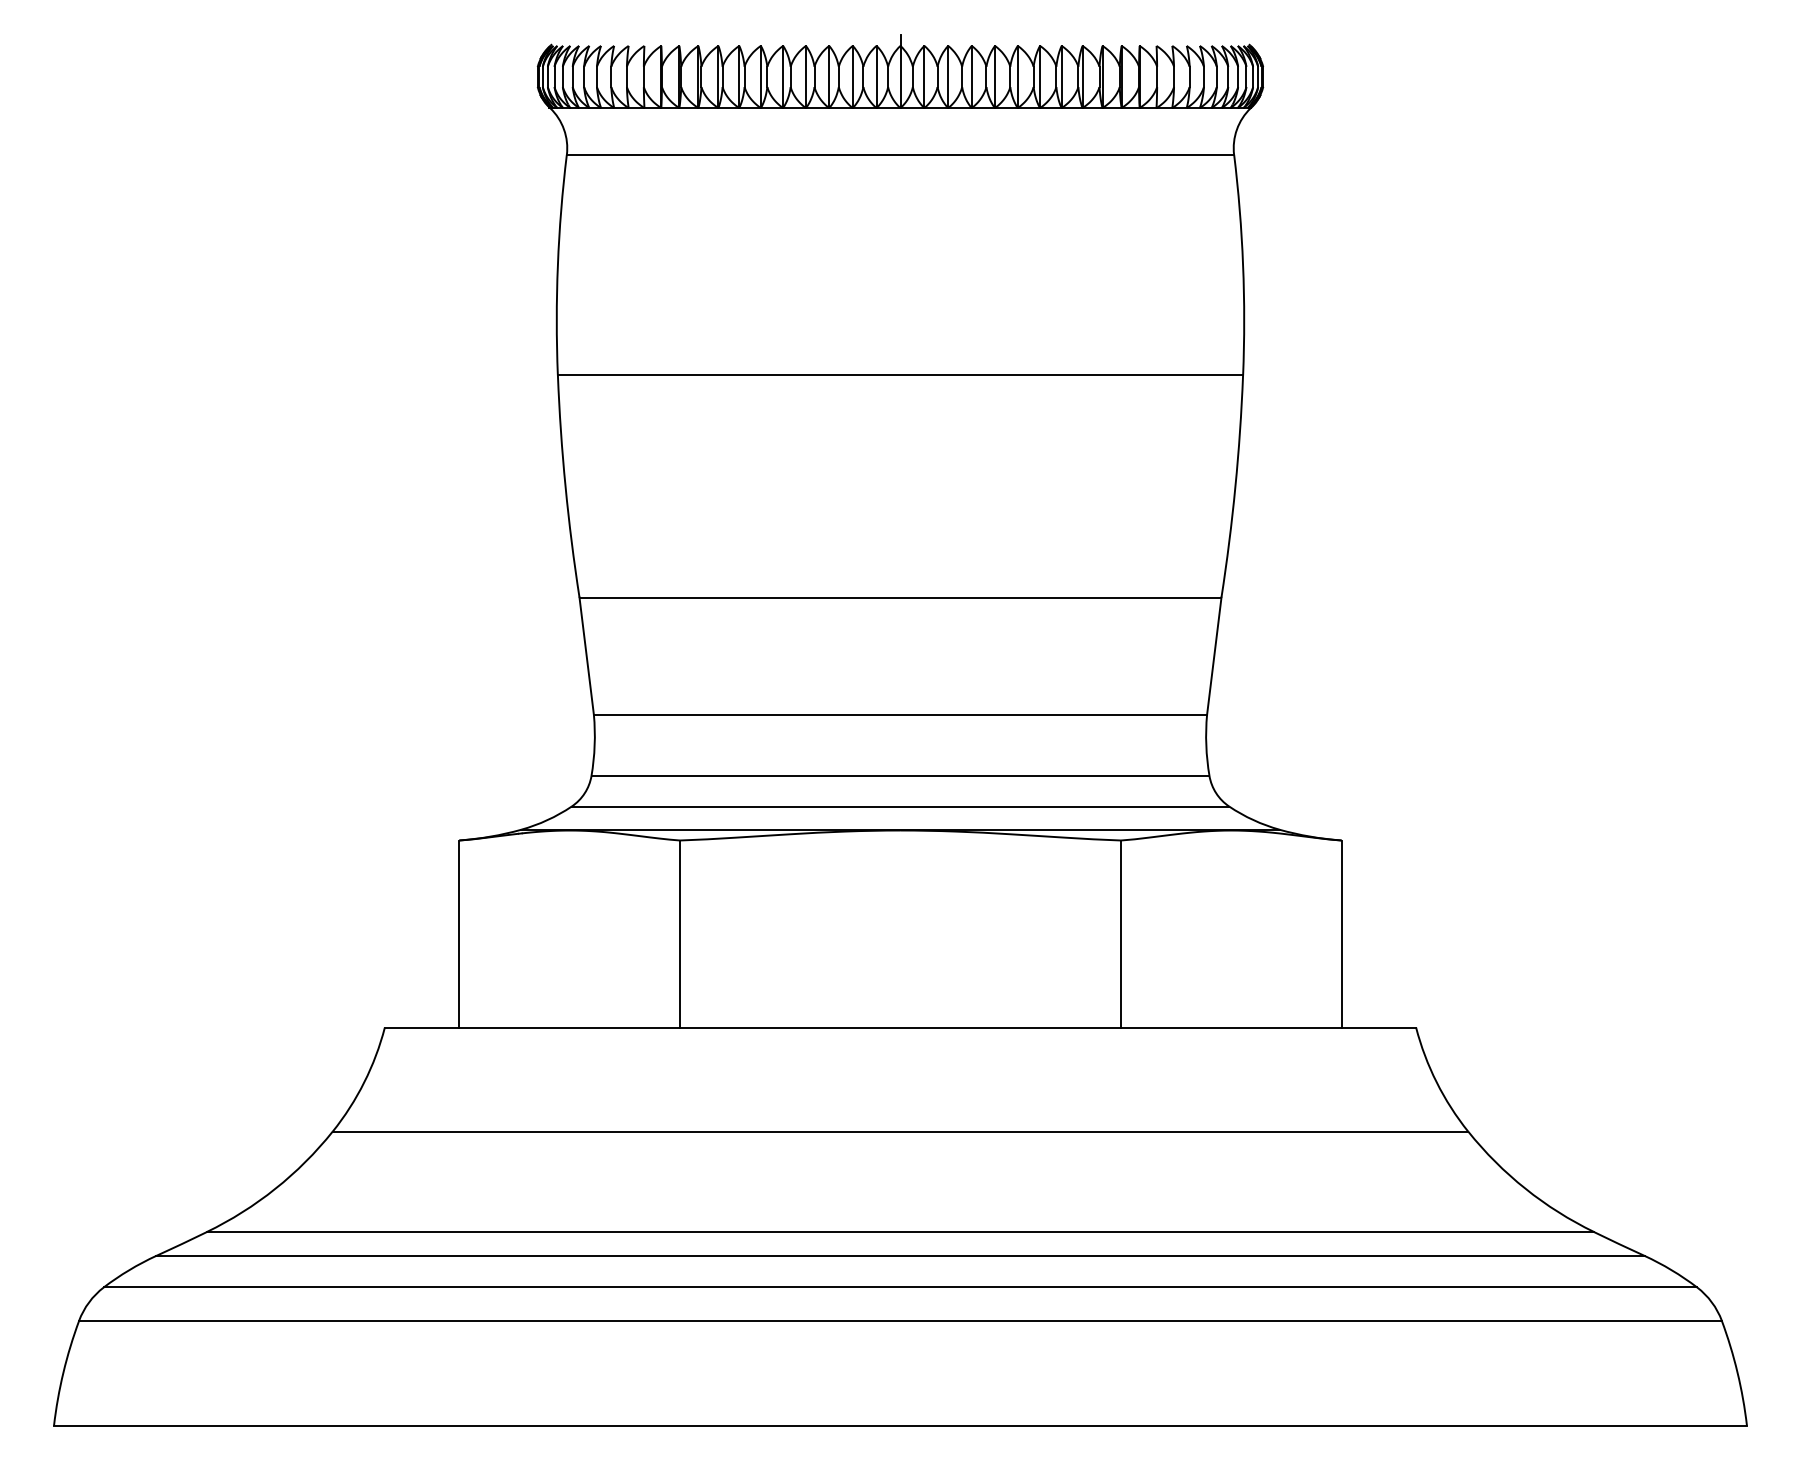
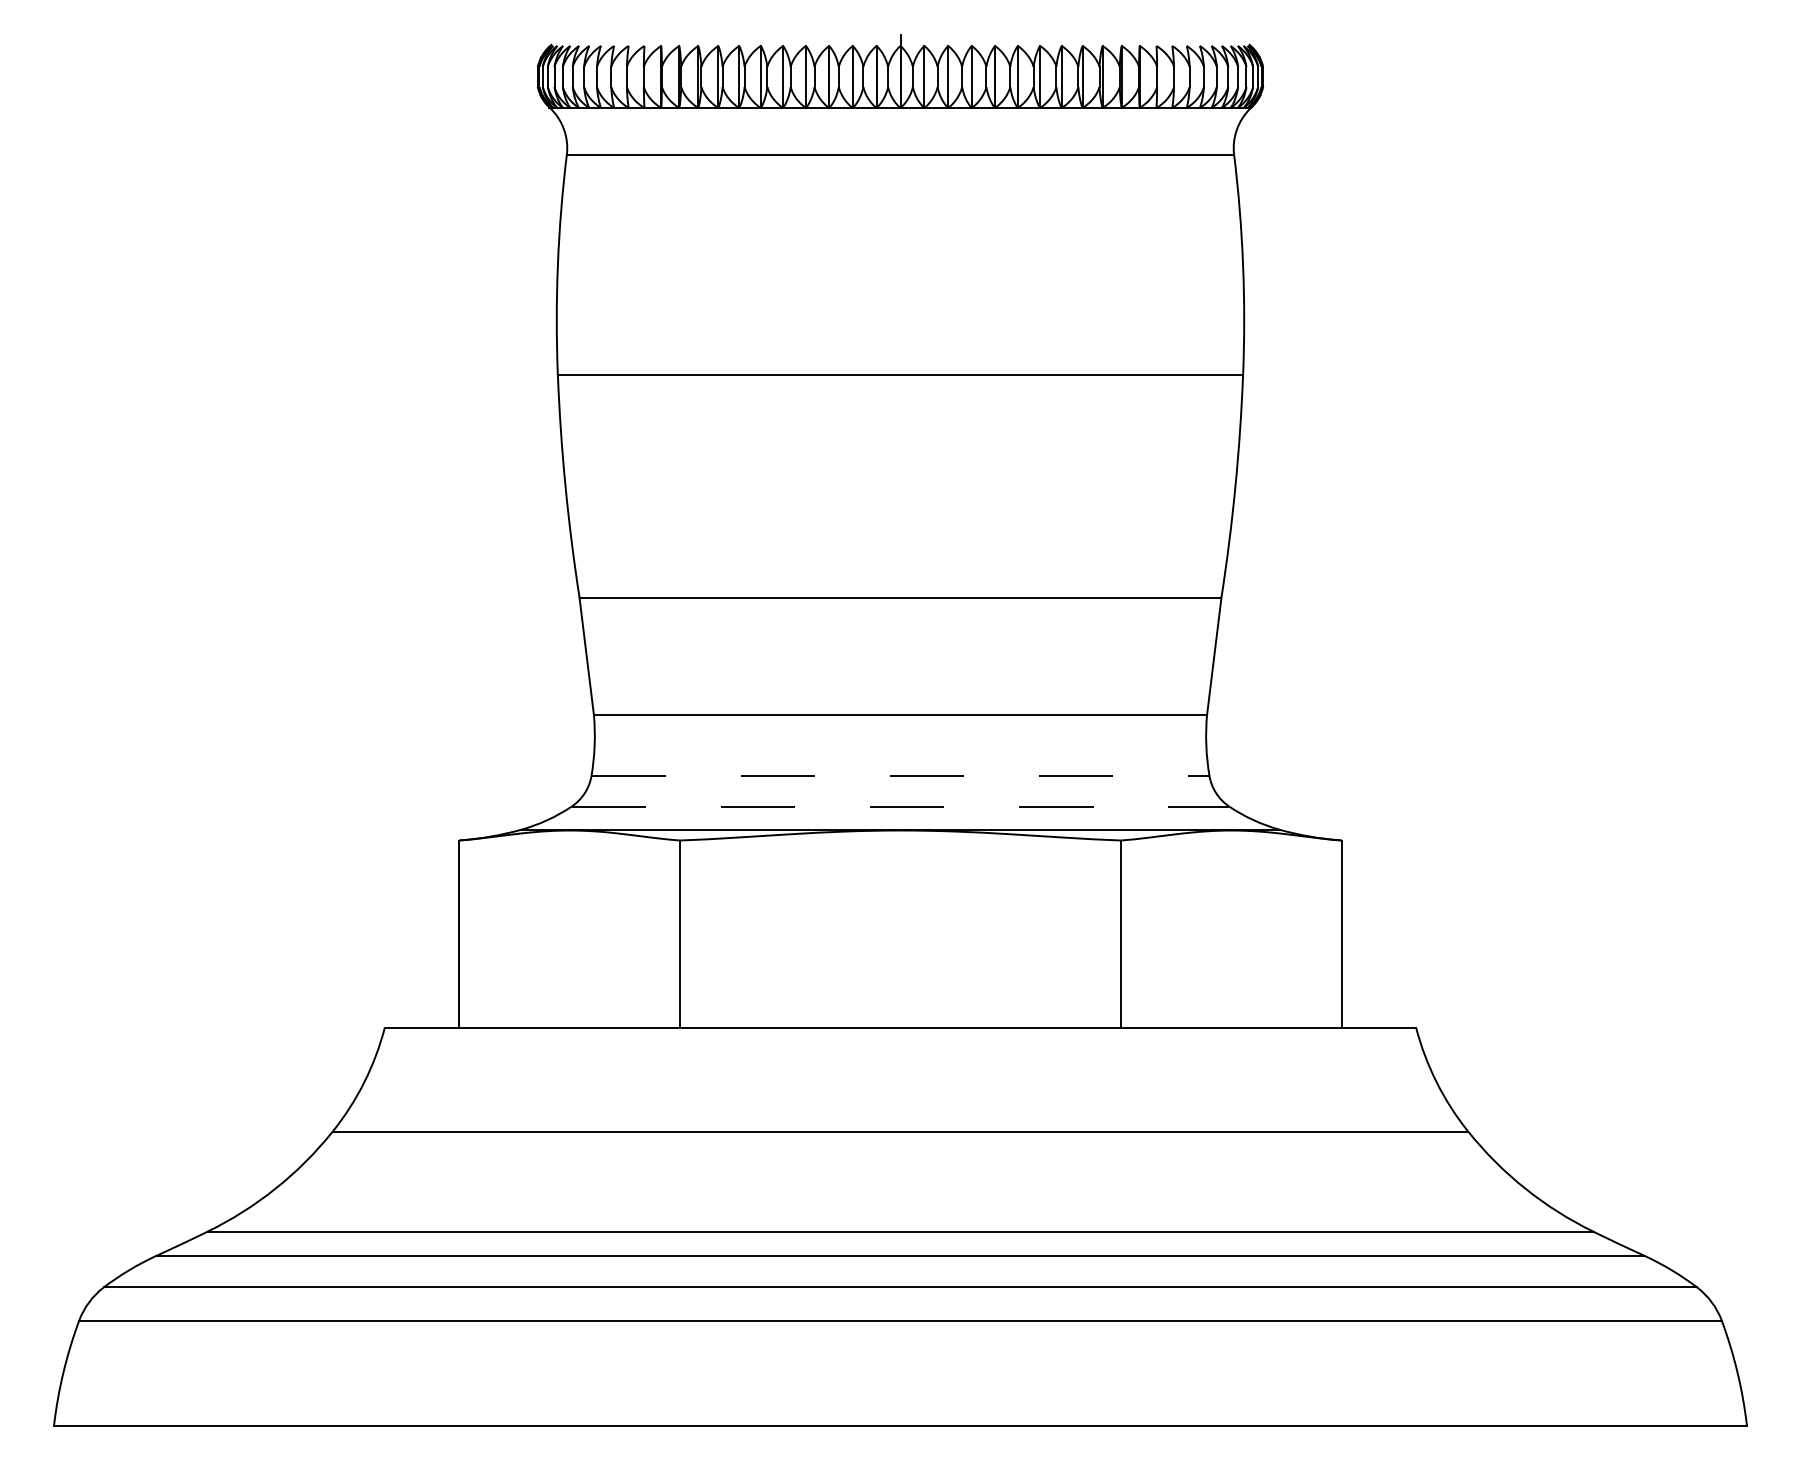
line at (900, 775): solid -> dashed
line at (900, 806): solid -> dashed
